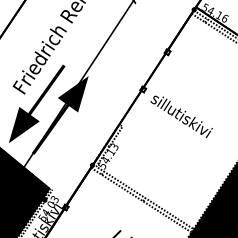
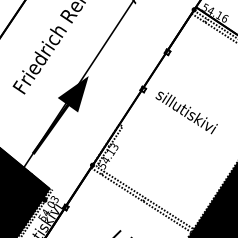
fill at (36, 103): present -> none
text at (181, 116) position: (181, 116) -> (186, 112)
